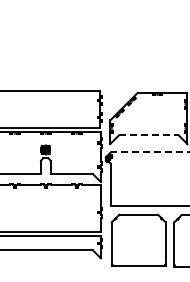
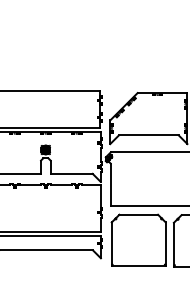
line at (148, 135): dashed -> solid
line at (149, 152): dashed -> solid
